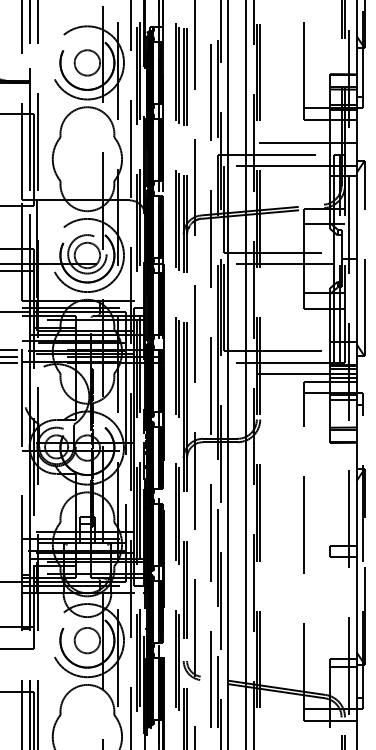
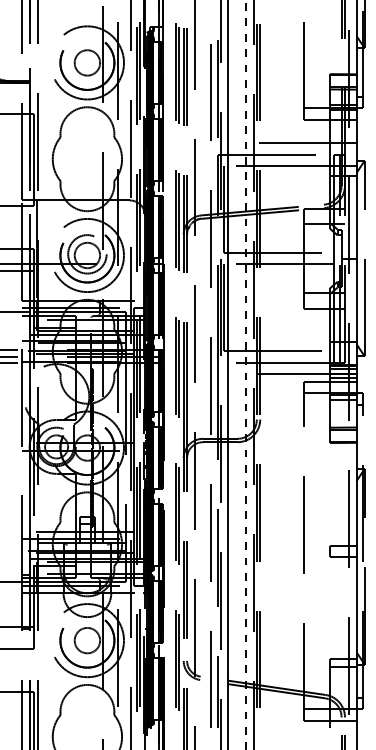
line at (245, 375): solid -> dashed
